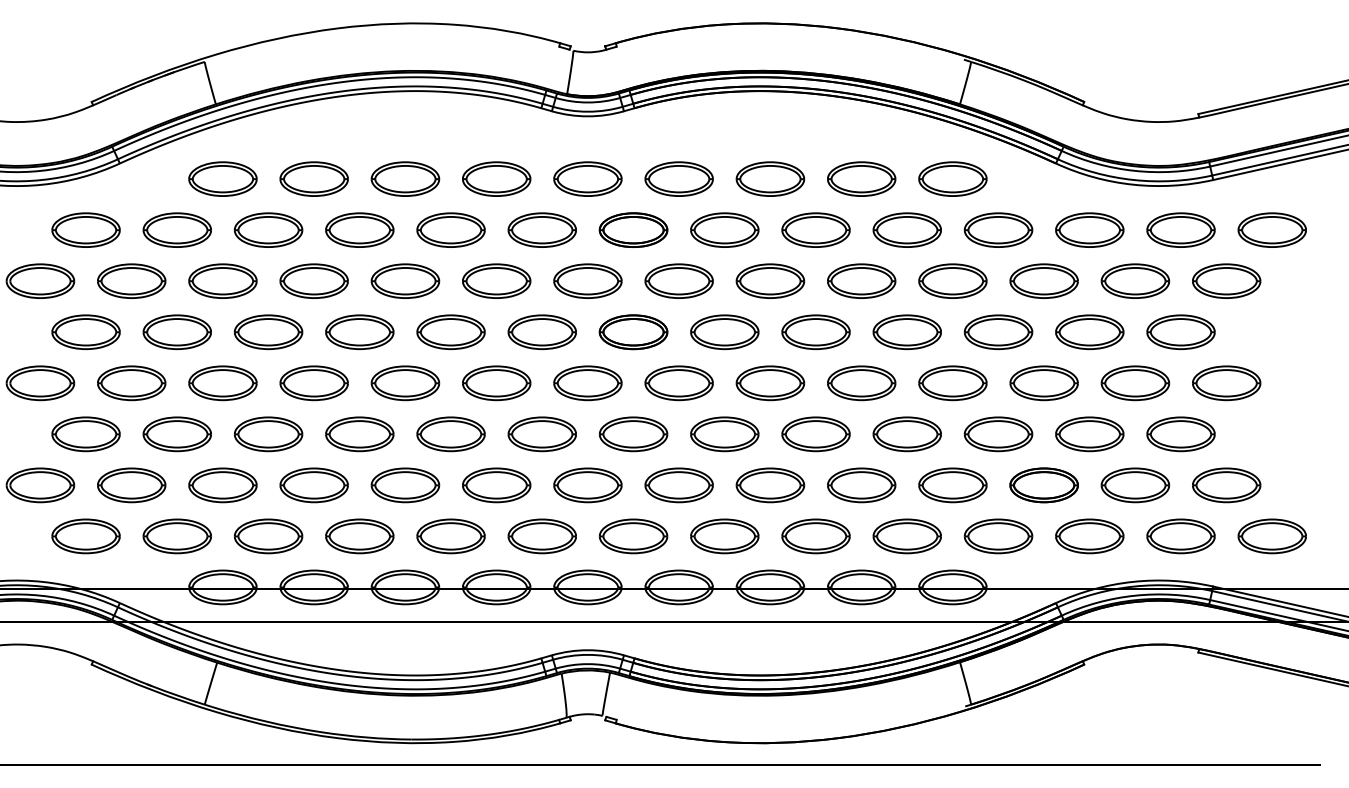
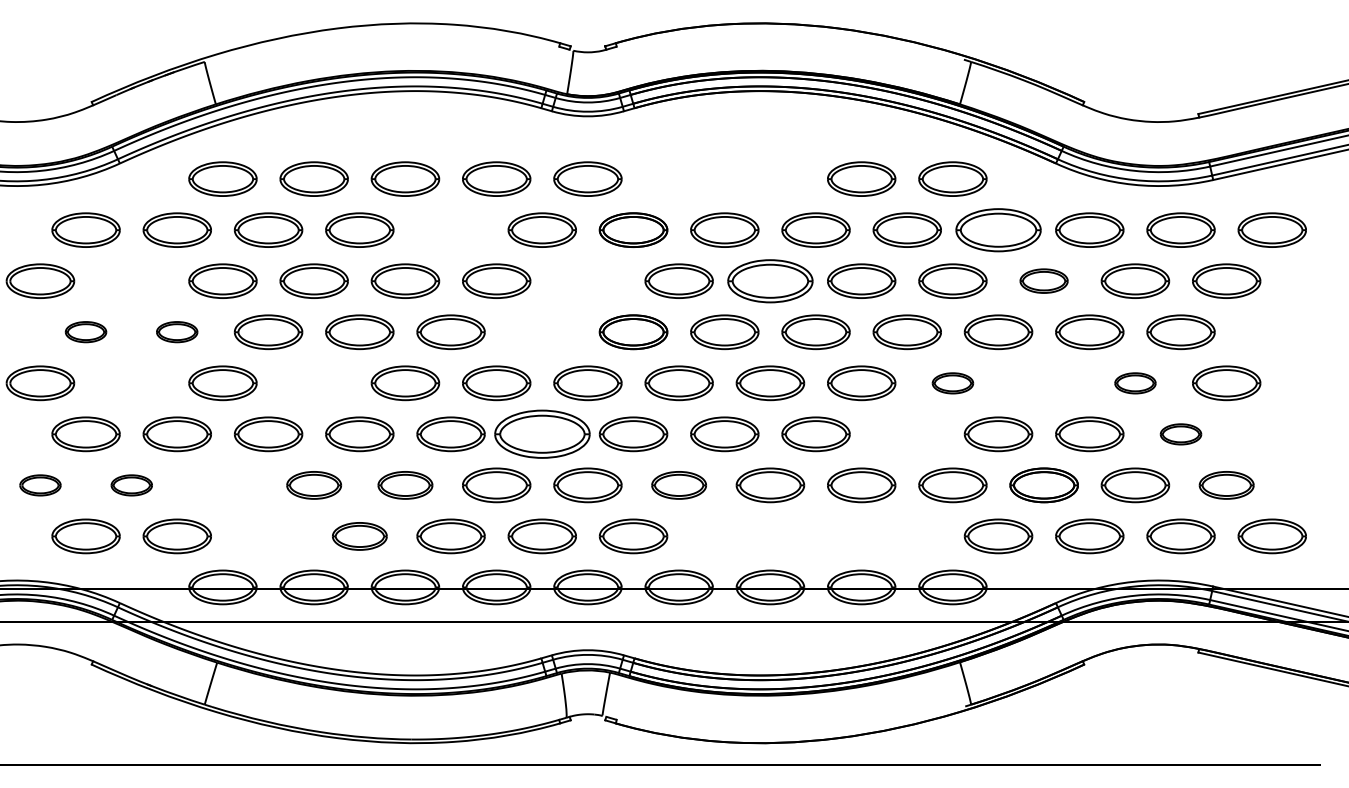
part at (678, 178): present -> none
part at (770, 178): present -> none
part at (450, 229): present -> none
part at (998, 229) size: 71x36 px -> 87x45 px
part at (131, 280): present -> none
part at (587, 280): present -> none
part at (770, 280) size: 71x36 px -> 87x45 px
part at (1043, 280) size: 70x36 px -> 50x26 px
part at (85, 331) size: 70x36 px -> 44x23 px
part at (176, 331) size: 70x36 px -> 43x23 px
part at (541, 331): present -> none
part at (131, 383): present -> none
part at (313, 383): present -> none
part at (952, 383) size: 70x37 px -> 44x23 px
part at (1043, 383): present -> none
part at (1135, 383) size: 71x37 px -> 43x23 px
part at (541, 434) size: 70x37 px -> 97x50 px
part at (906, 434): present -> none
part at (1180, 434) size: 70x37 px -> 44x23 px
part at (40, 485) size: 71x37 px -> 43x23 px
part at (131, 485) size: 70x37 px -> 43x23 px
part at (222, 485): present -> none
part at (313, 485) size: 70x37 px -> 57x29 px
part at (405, 485) size: 71x37 px -> 57x29 px
part at (678, 485) size: 70x37 px -> 56x29 px
part at (1226, 485) size: 70x37 px -> 57x29 px
part at (268, 536): present -> none
part at (359, 536) size: 70x37 px -> 56x29 px
part at (724, 536): present -> none
part at (815, 536): present -> none
part at (906, 536): present -> none
